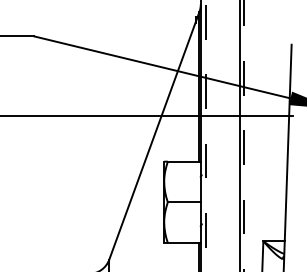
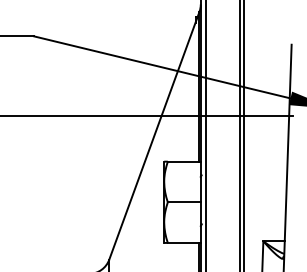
line at (205, 135): dashed -> solid
line at (244, 135): dashed -> solid
